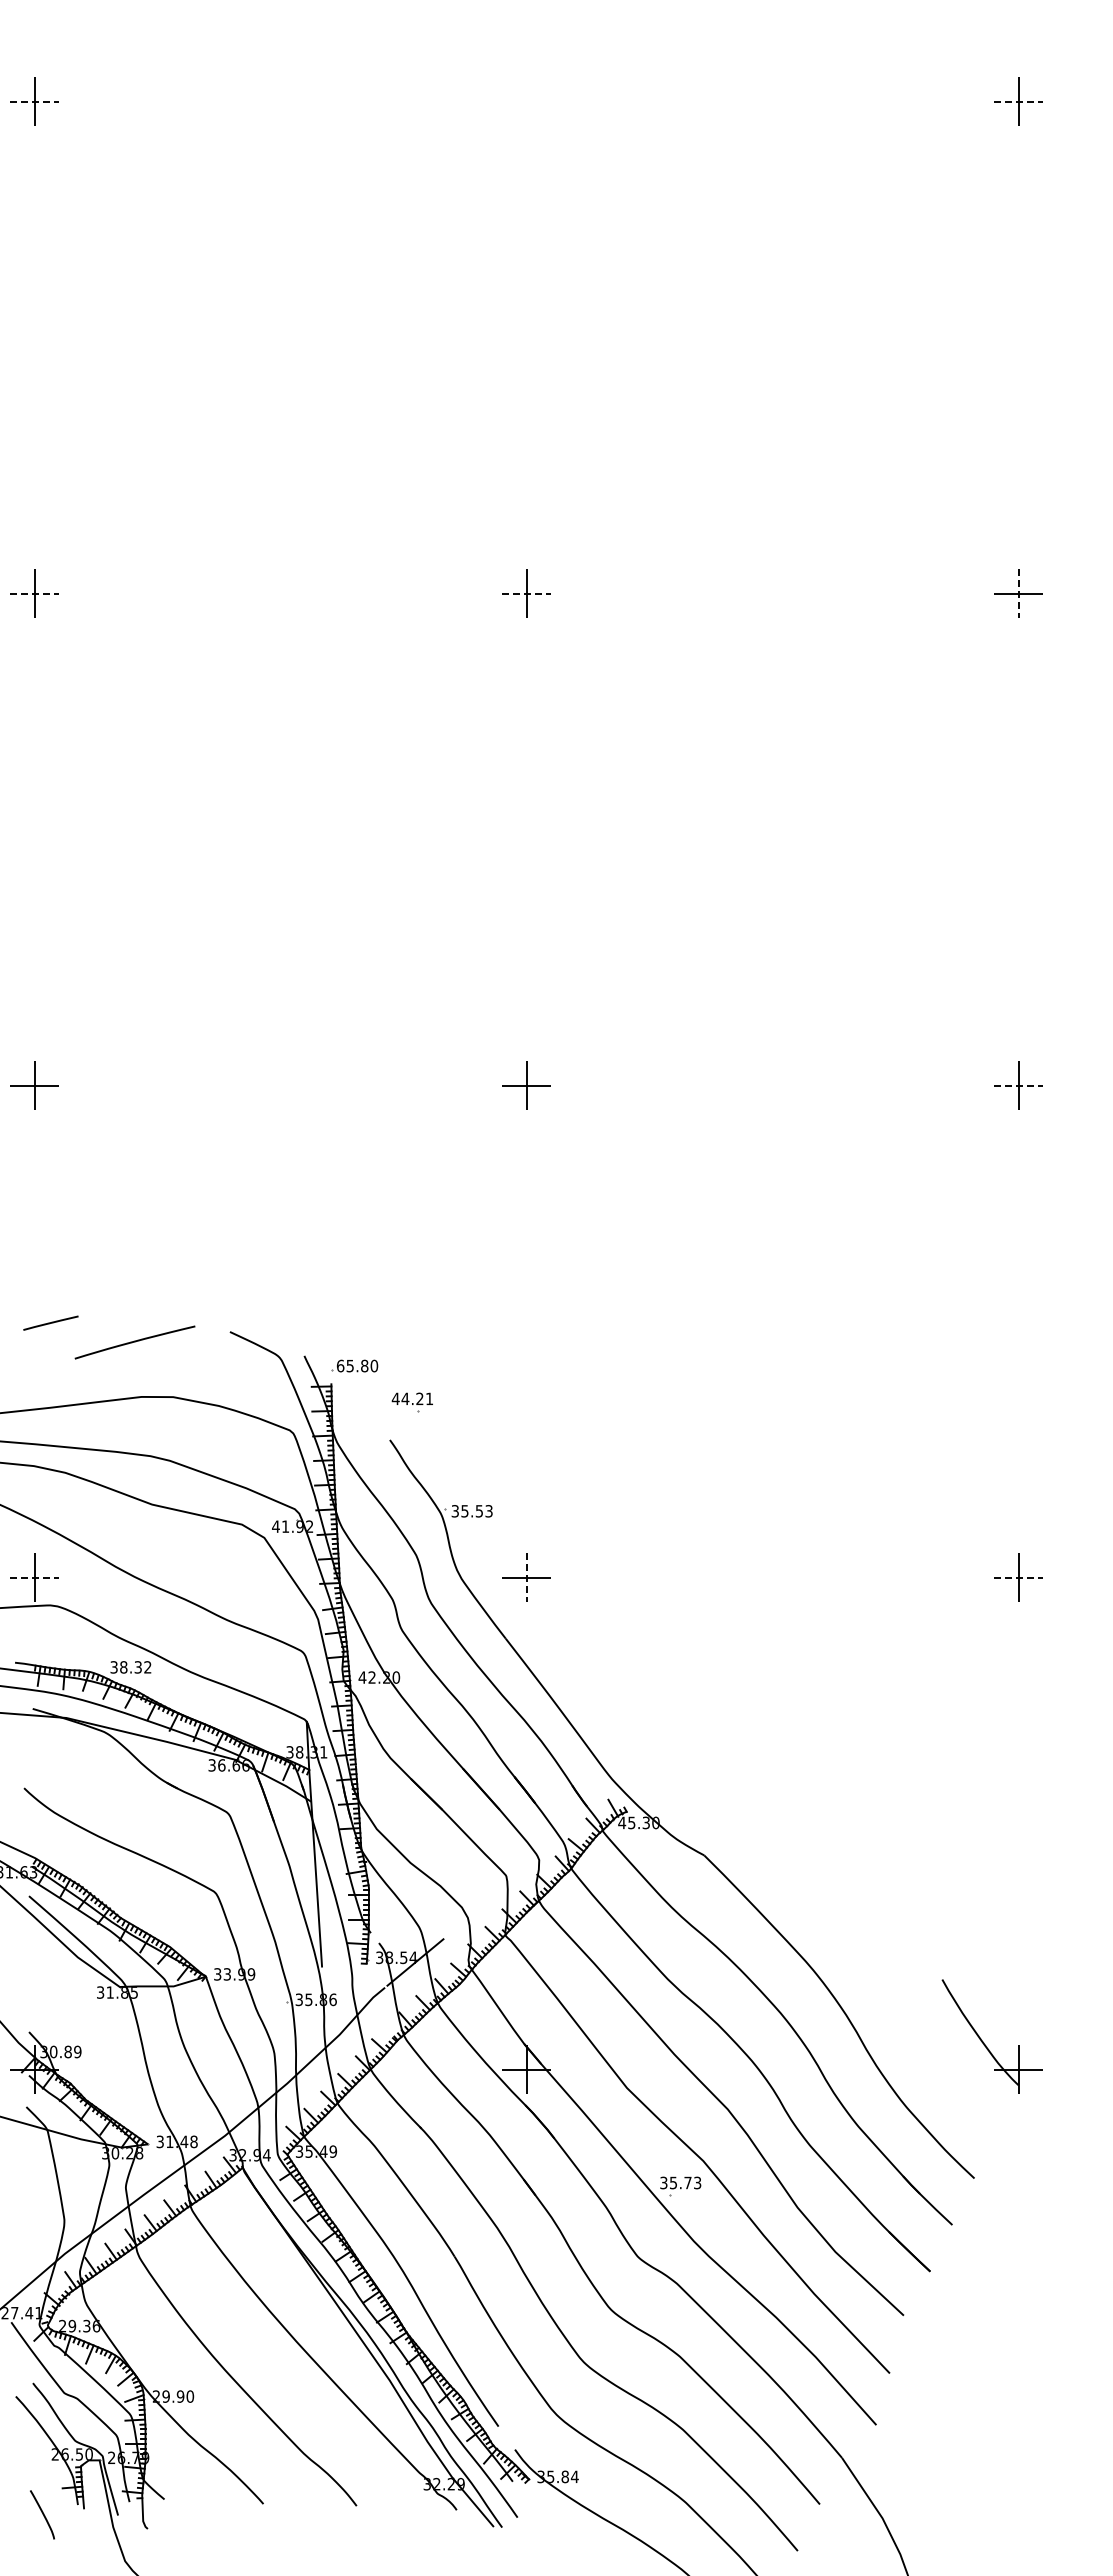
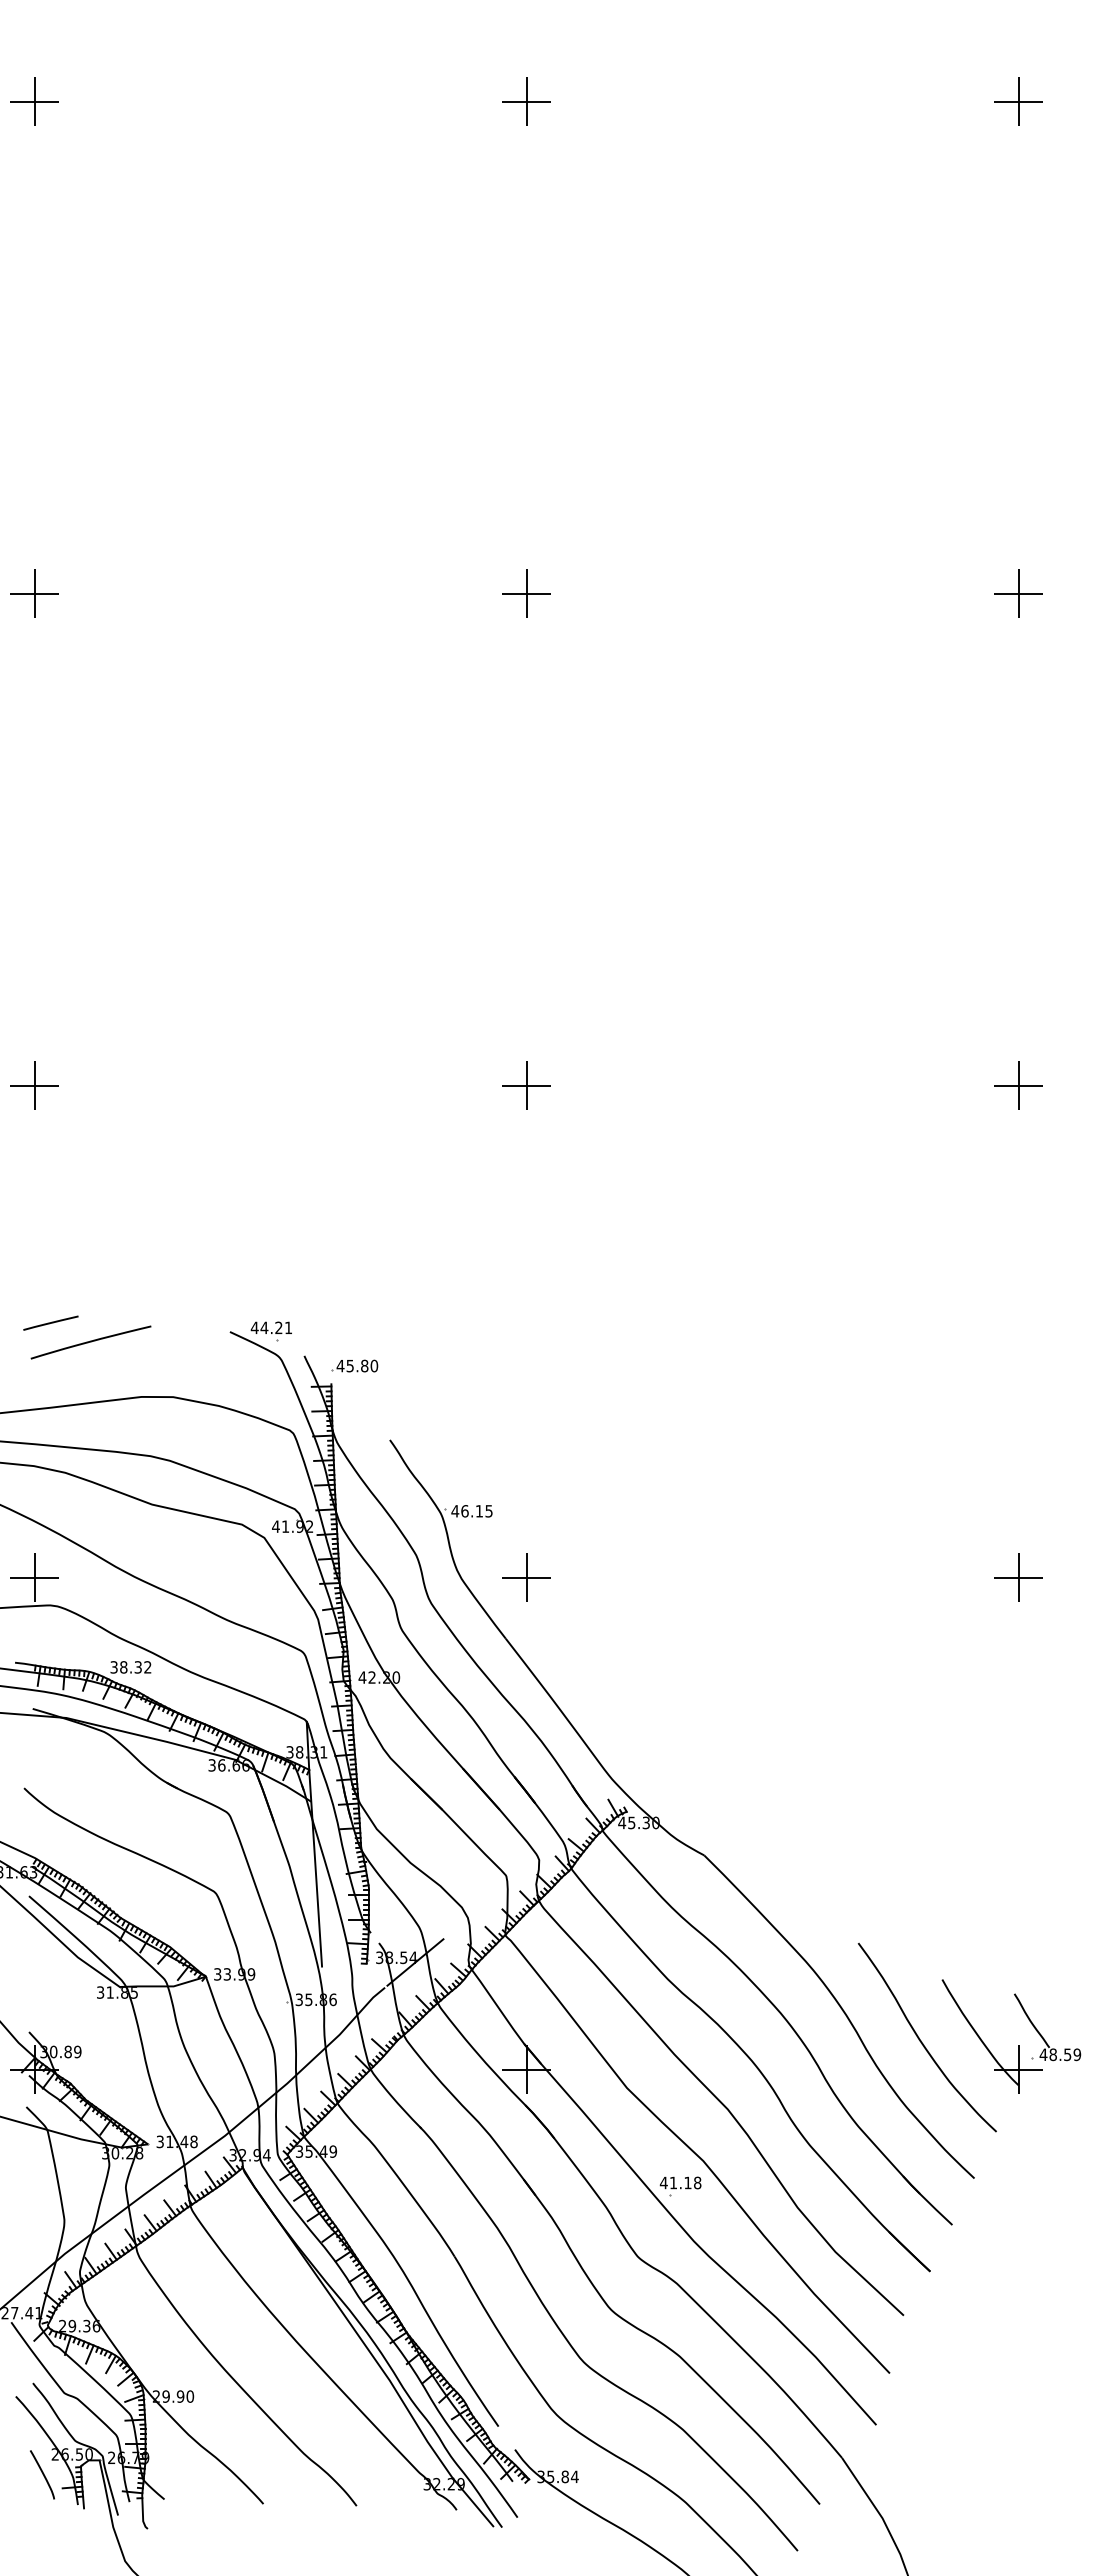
line at (34, 101): dashed -> solid
part at (526, 101): none -> present
line at (1018, 101): dashed -> solid
line at (34, 593): dashed -> solid
line at (526, 593): dashed -> solid
line at (1018, 593): dashed -> solid
line at (1018, 1085): dashed -> solid
curve at (134, 1342) position: (134, 1342) -> (90, 1342)
text at (340, 1365): 65.80 -> 45.80
part at (411, 1402) position: (411, 1402) -> (270, 1331)
text at (471, 1511): 35.53 -> 46.15
line at (34, 1577): dashed -> solid
line at (526, 1577): dashed -> solid
line at (1018, 1577): dashed -> solid
part at (1040, 2033): none -> present
curve at (921, 2040): none -> present
text at (680, 2182): 35.73 -> 41.18
curve at (42, 2514) position: (42, 2514) -> (42, 2474)
